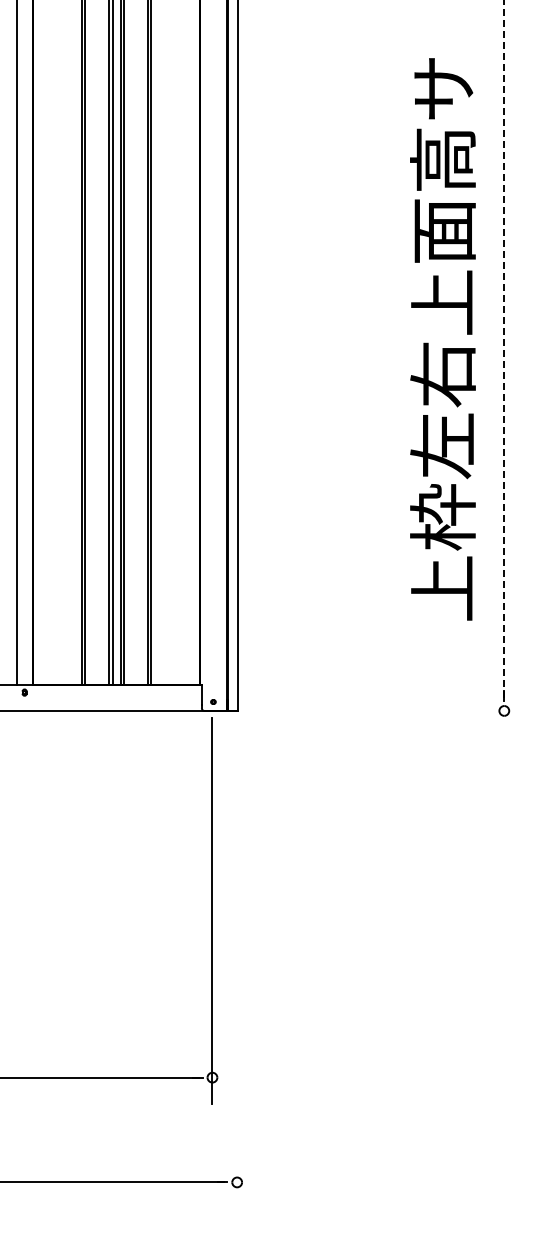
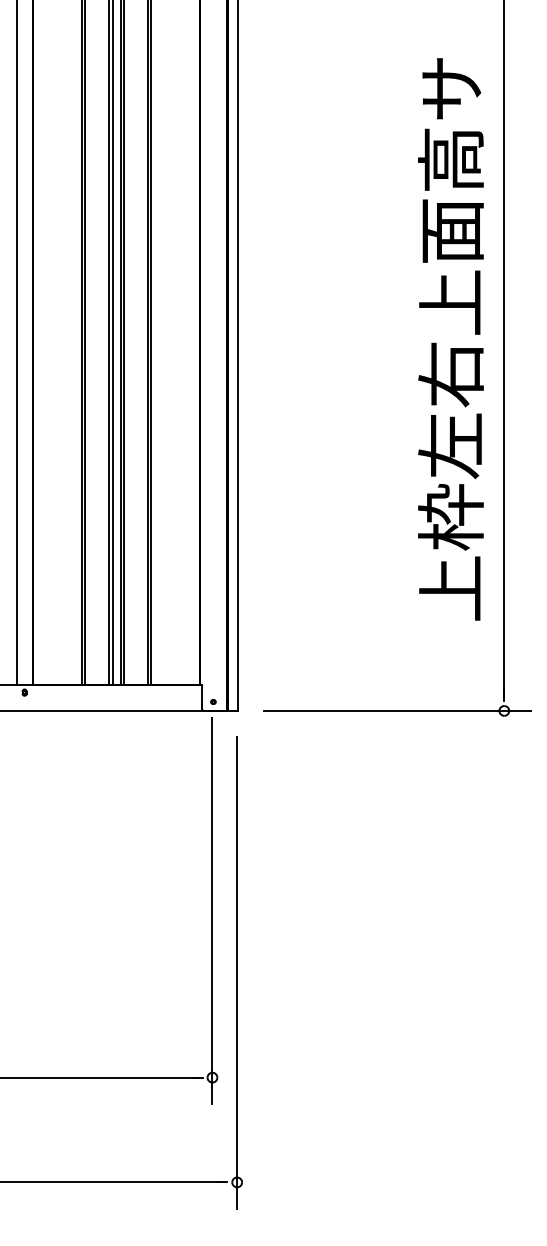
text at (442, 339) position: (442, 339) -> (450, 339)
line at (504, 348): dashed -> solid
line at (396, 710): none -> present
line at (237, 972): none -> present
